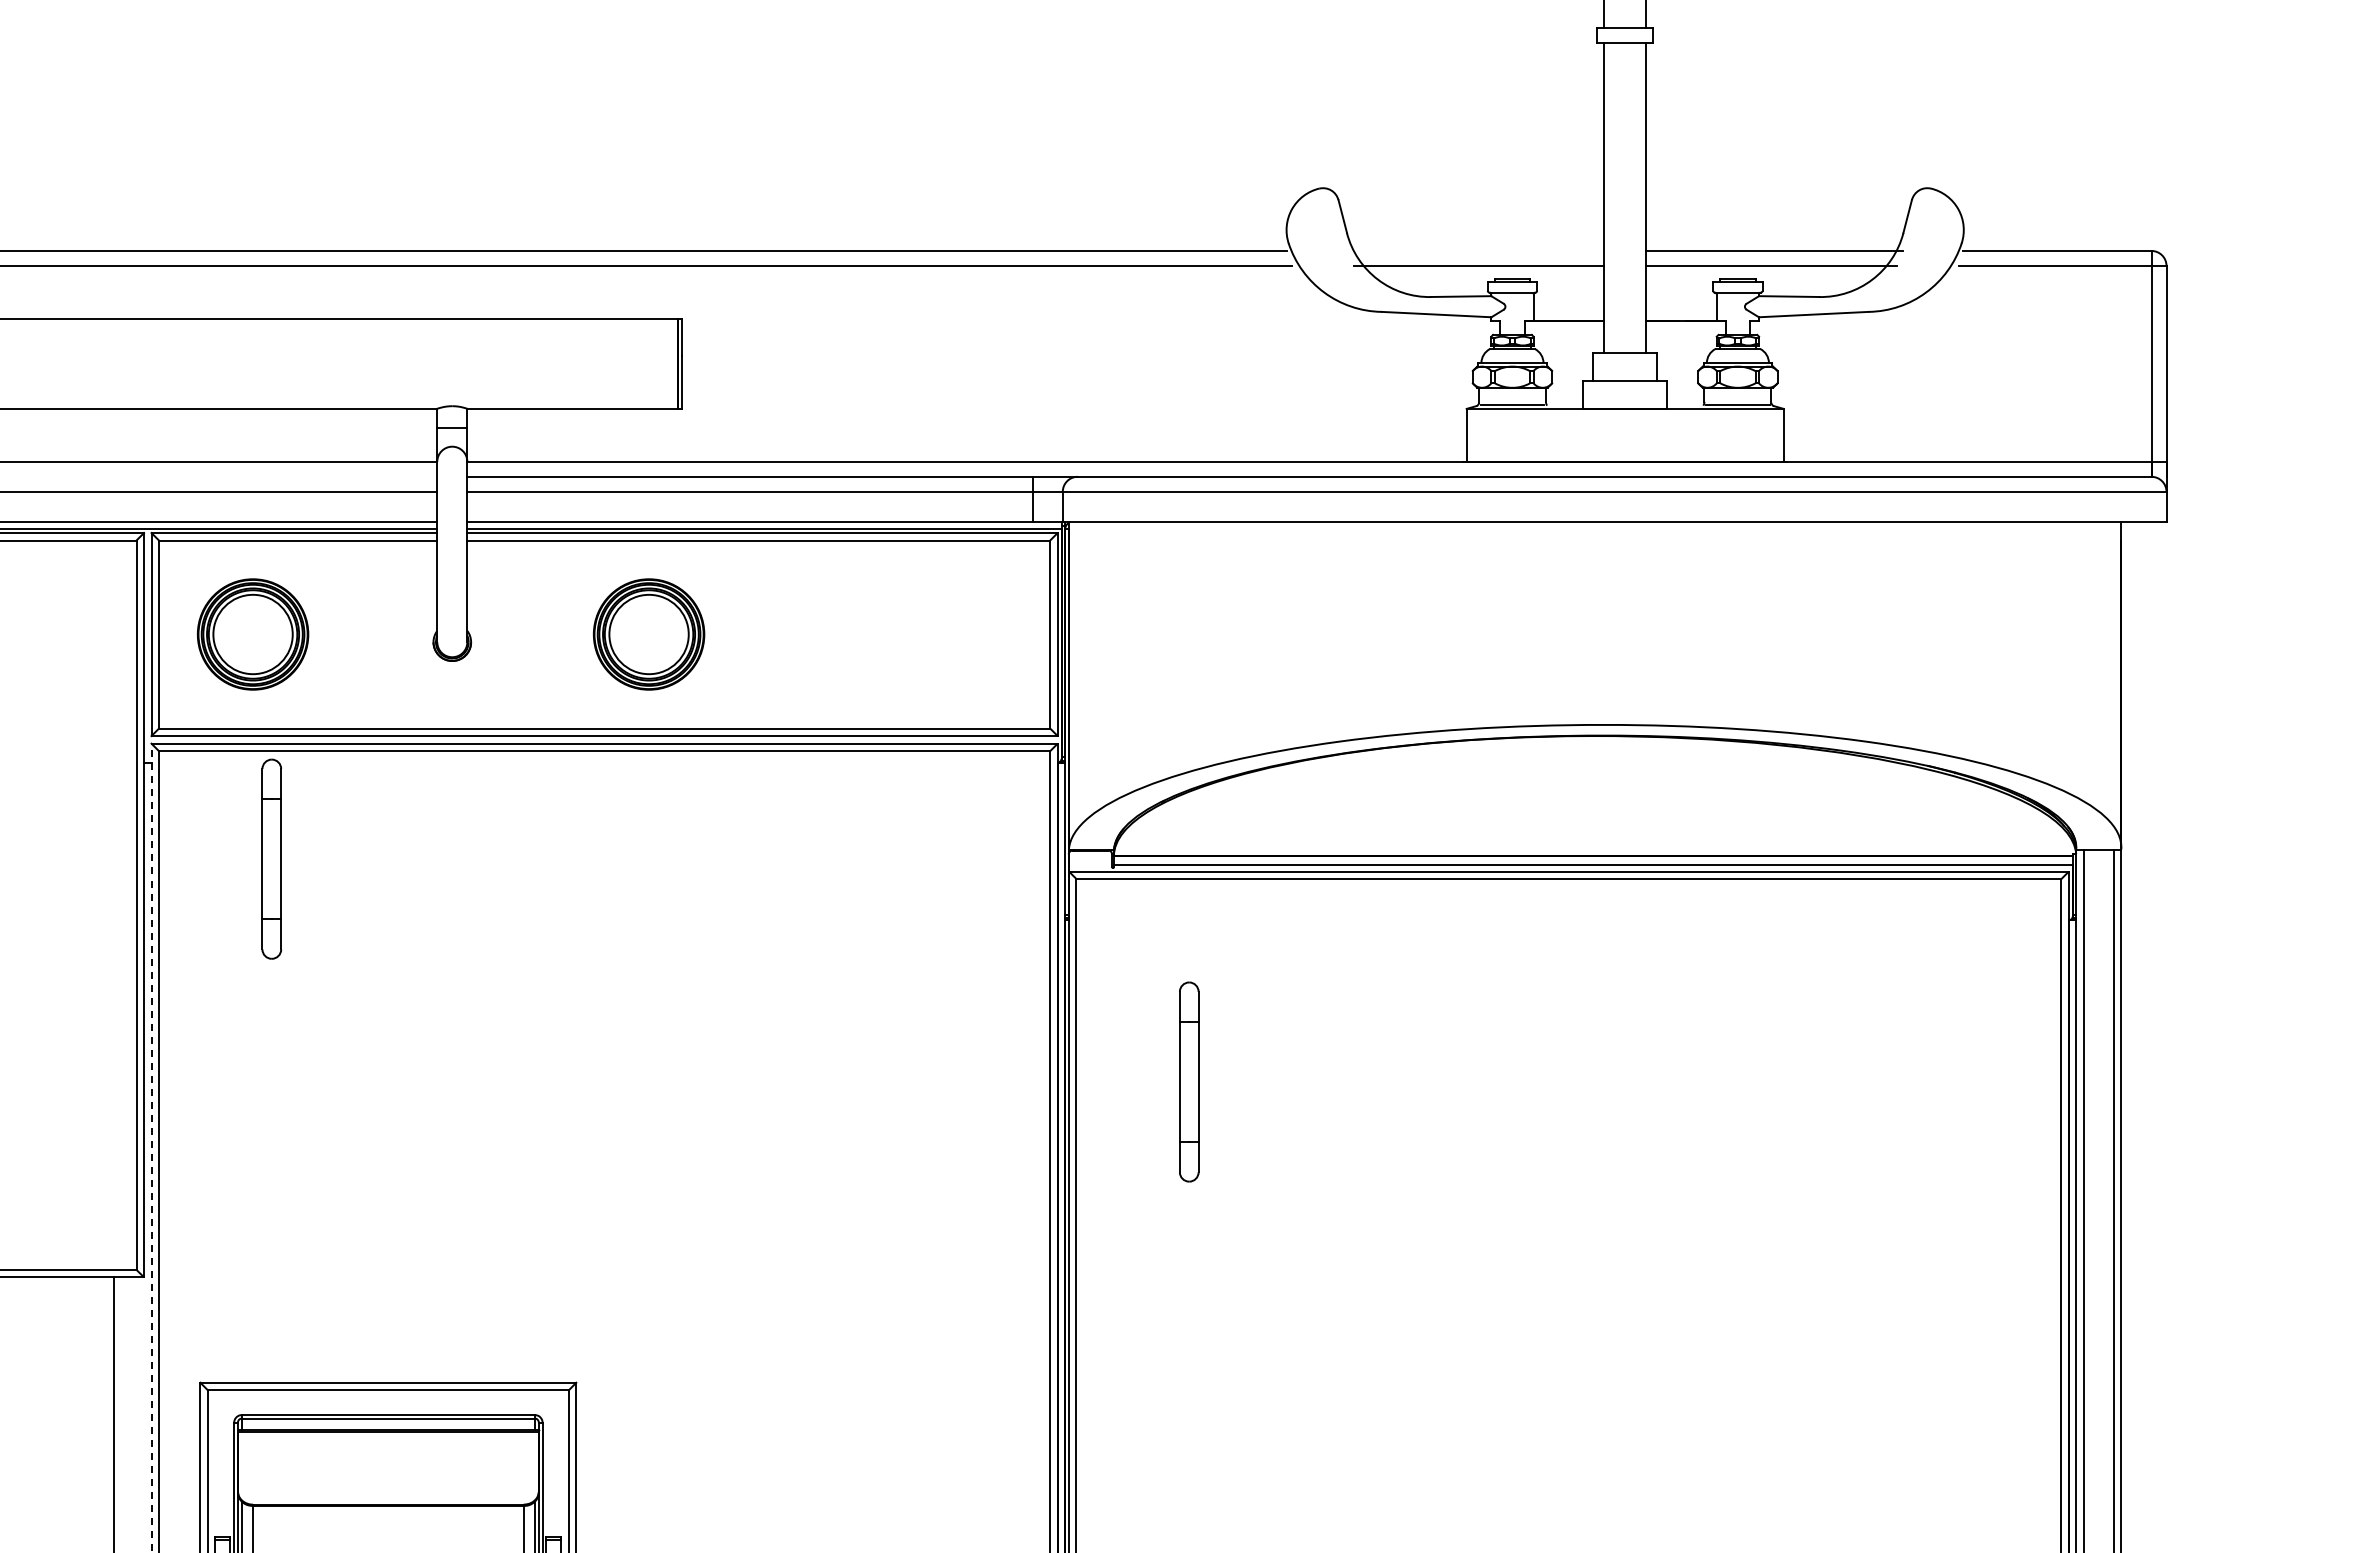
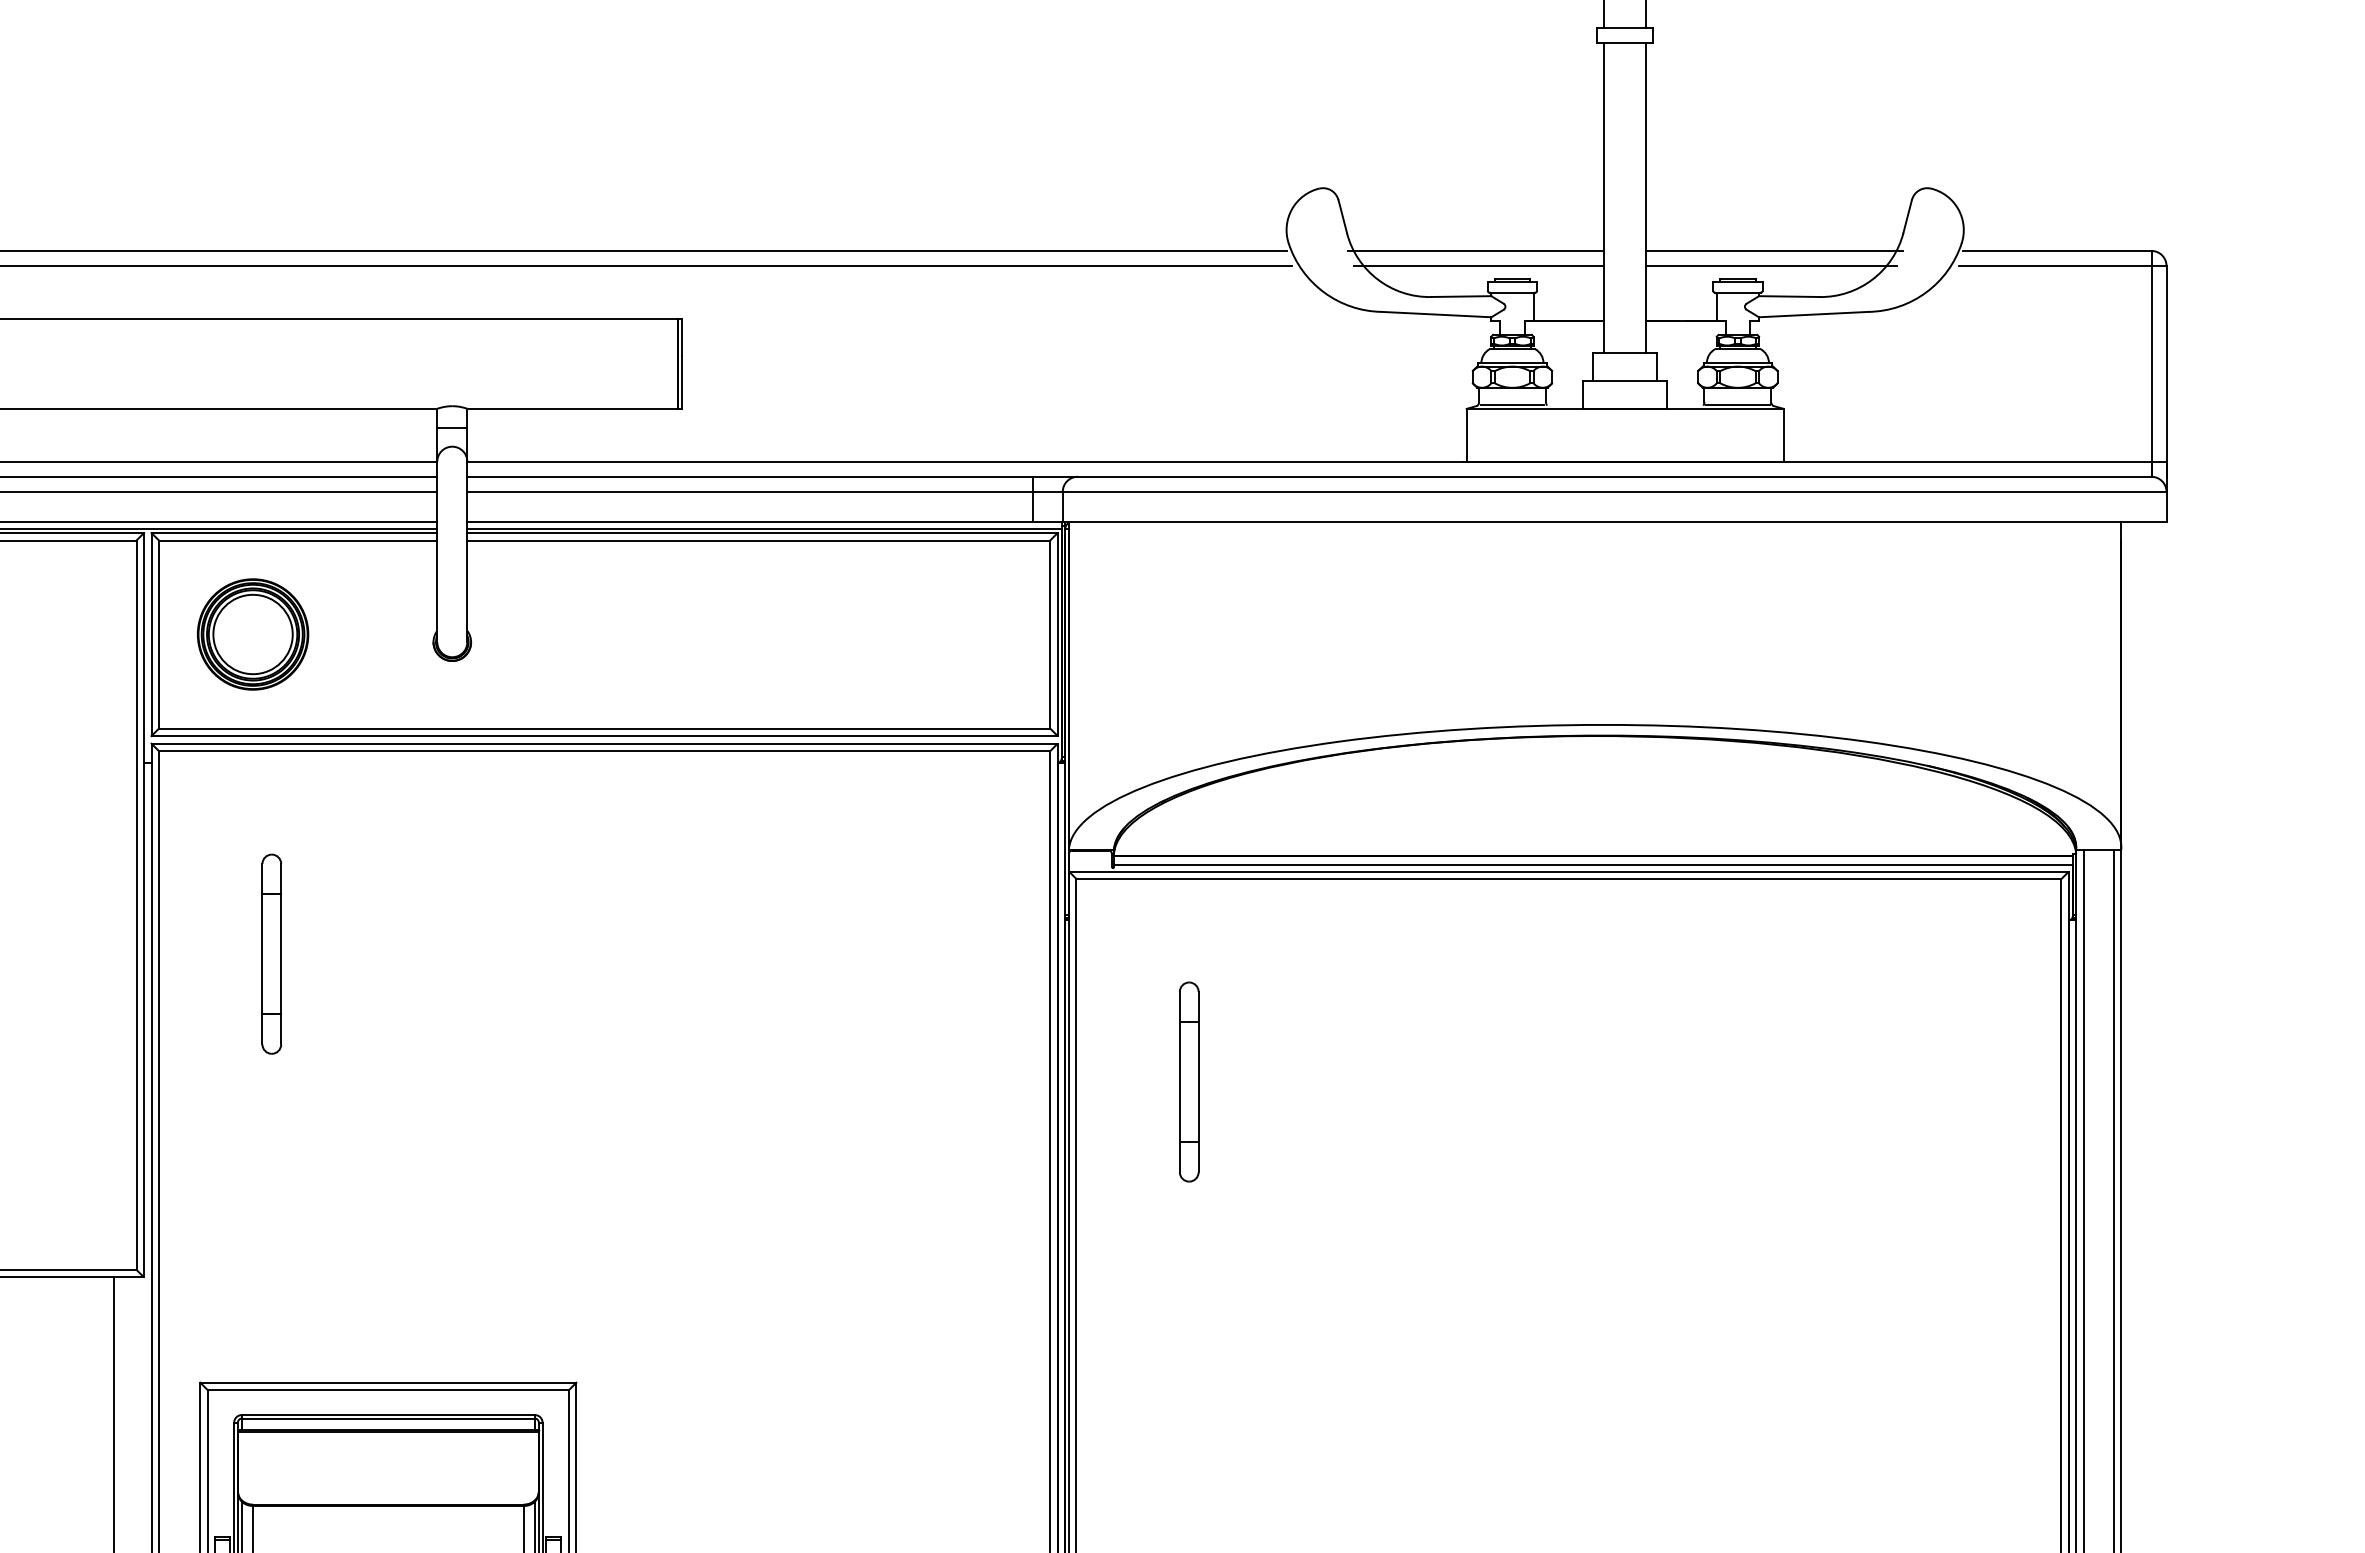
line at (1475, 250): none -> present
line at (219, 476): none -> present
part at (648, 634): present -> none
part at (271, 858) position: (271, 858) -> (271, 953)
line at (151, 1147): dashed -> solid
